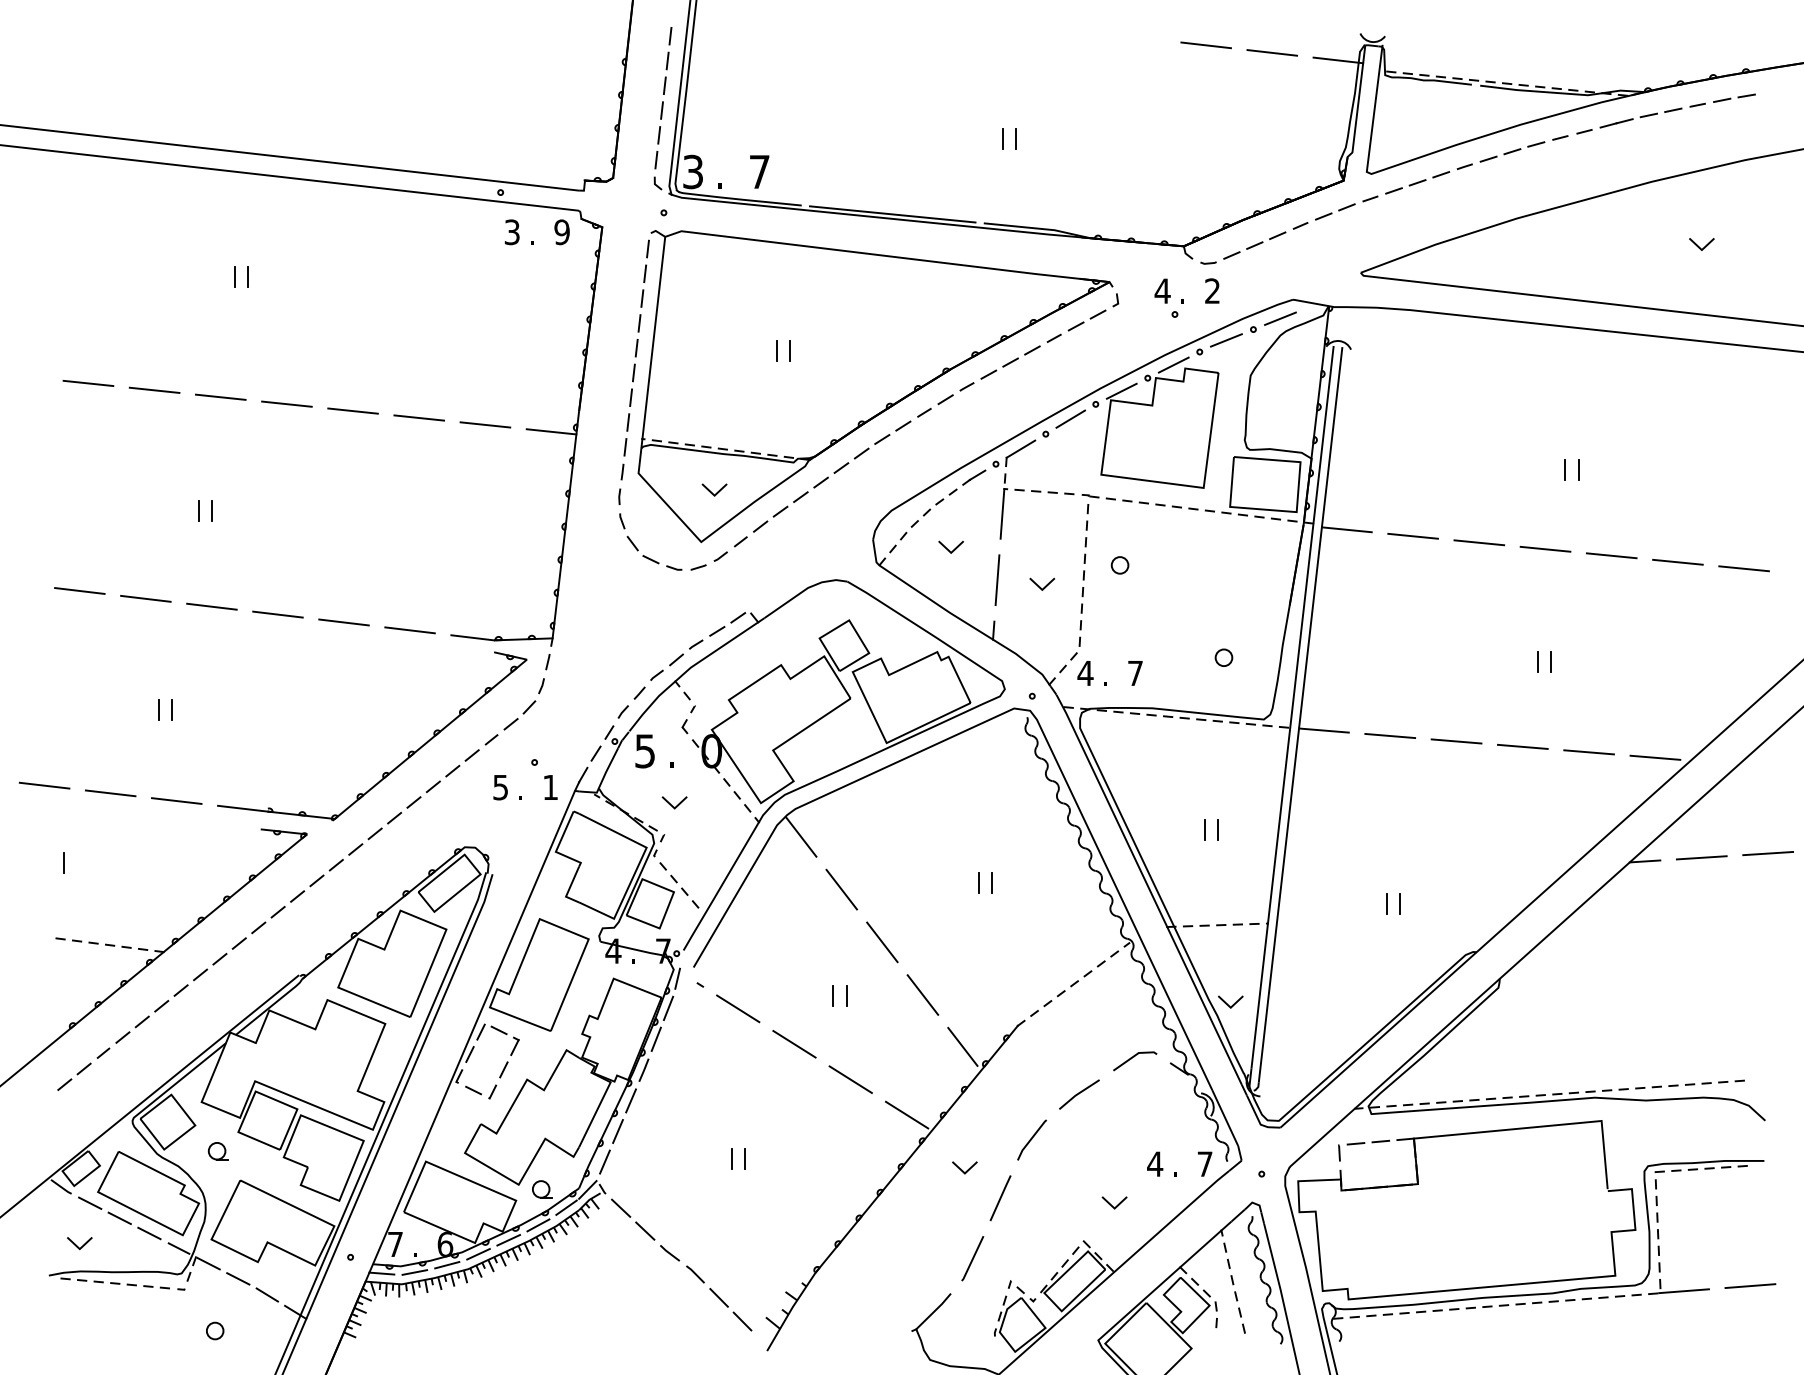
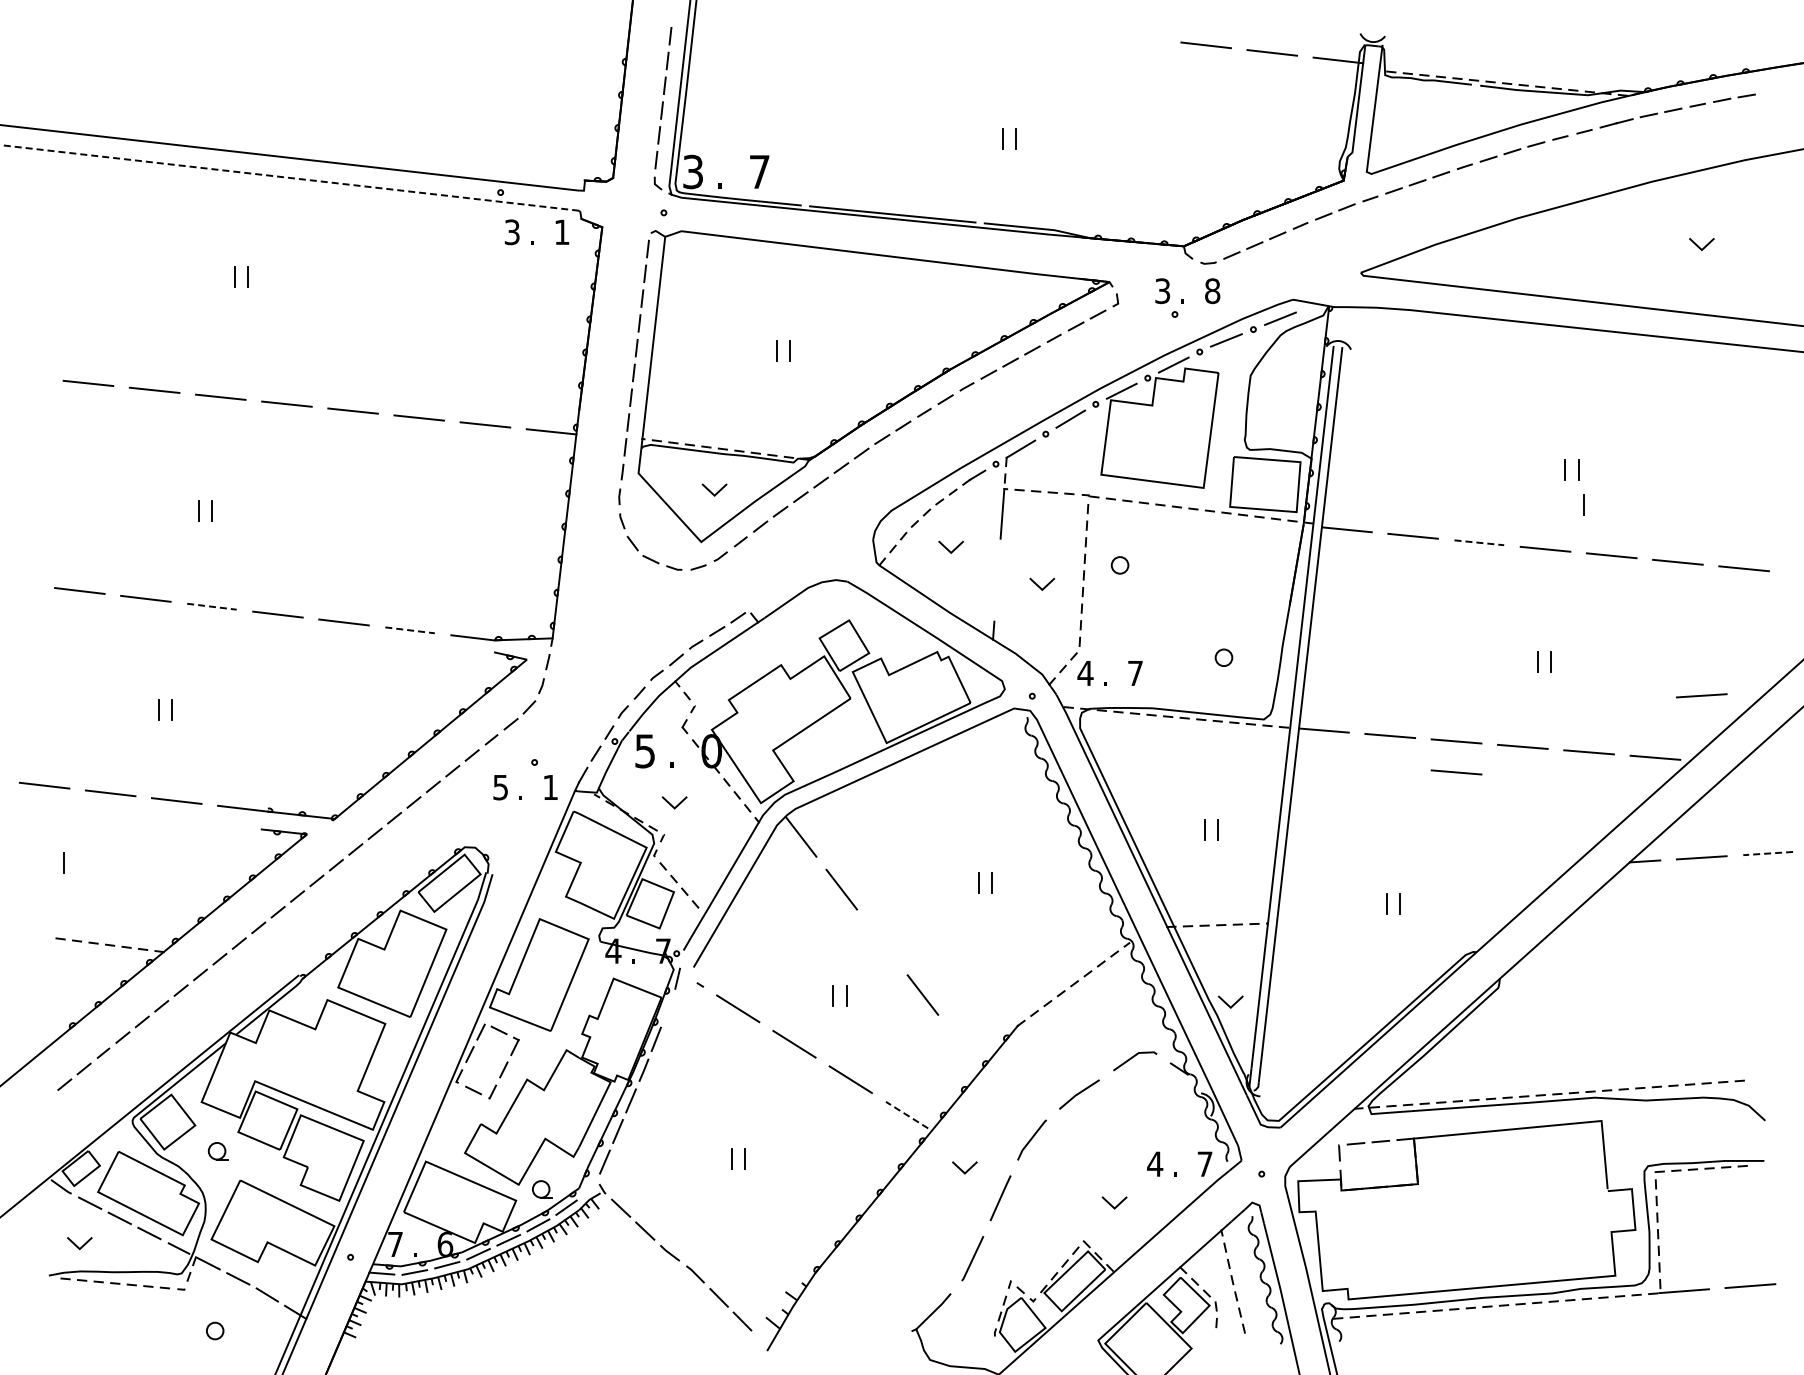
line at (290, 177): solid -> dashed
text at (561, 232): 9 -> 1
text at (1162, 291): 4 -> 3
text at (1212, 291): 2 -> 8
line at (1583, 504): none -> present
line at (1479, 542): solid -> dashed
line at (997, 580): present -> none
line at (211, 606): solid -> dashed
line at (410, 630): solid -> dashed
line at (1701, 695): none -> present
line at (1456, 772): none -> present
line at (1768, 853): solid -> dashed
line at (882, 942): present -> none
line at (668, 1008): present -> none
line at (962, 1046): present -> none
line at (907, 1115): solid -> dashed
line at (587, 1189): present -> none
